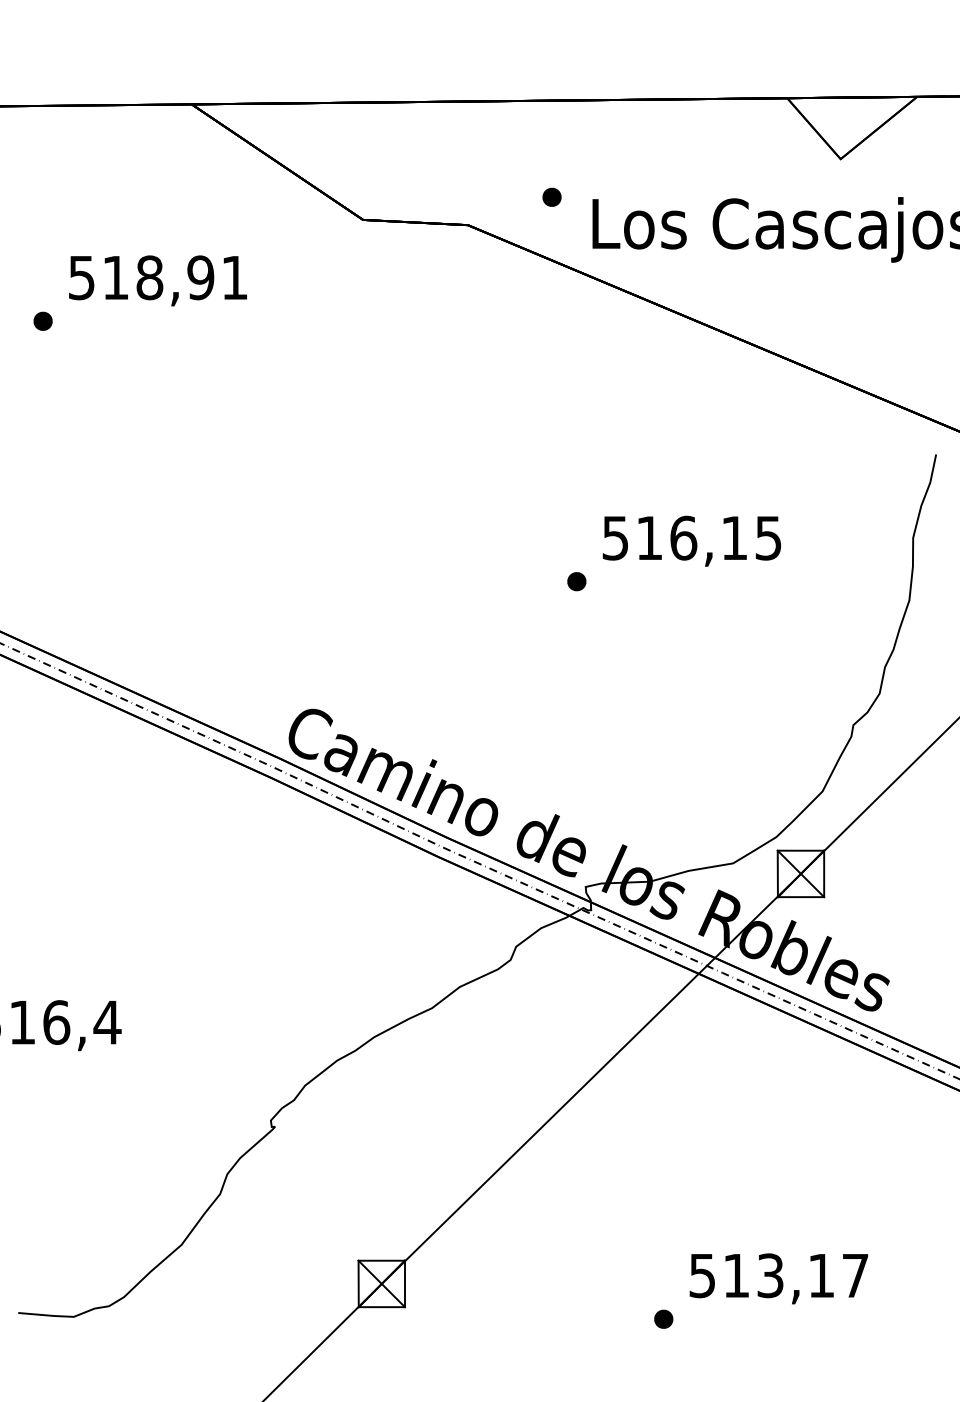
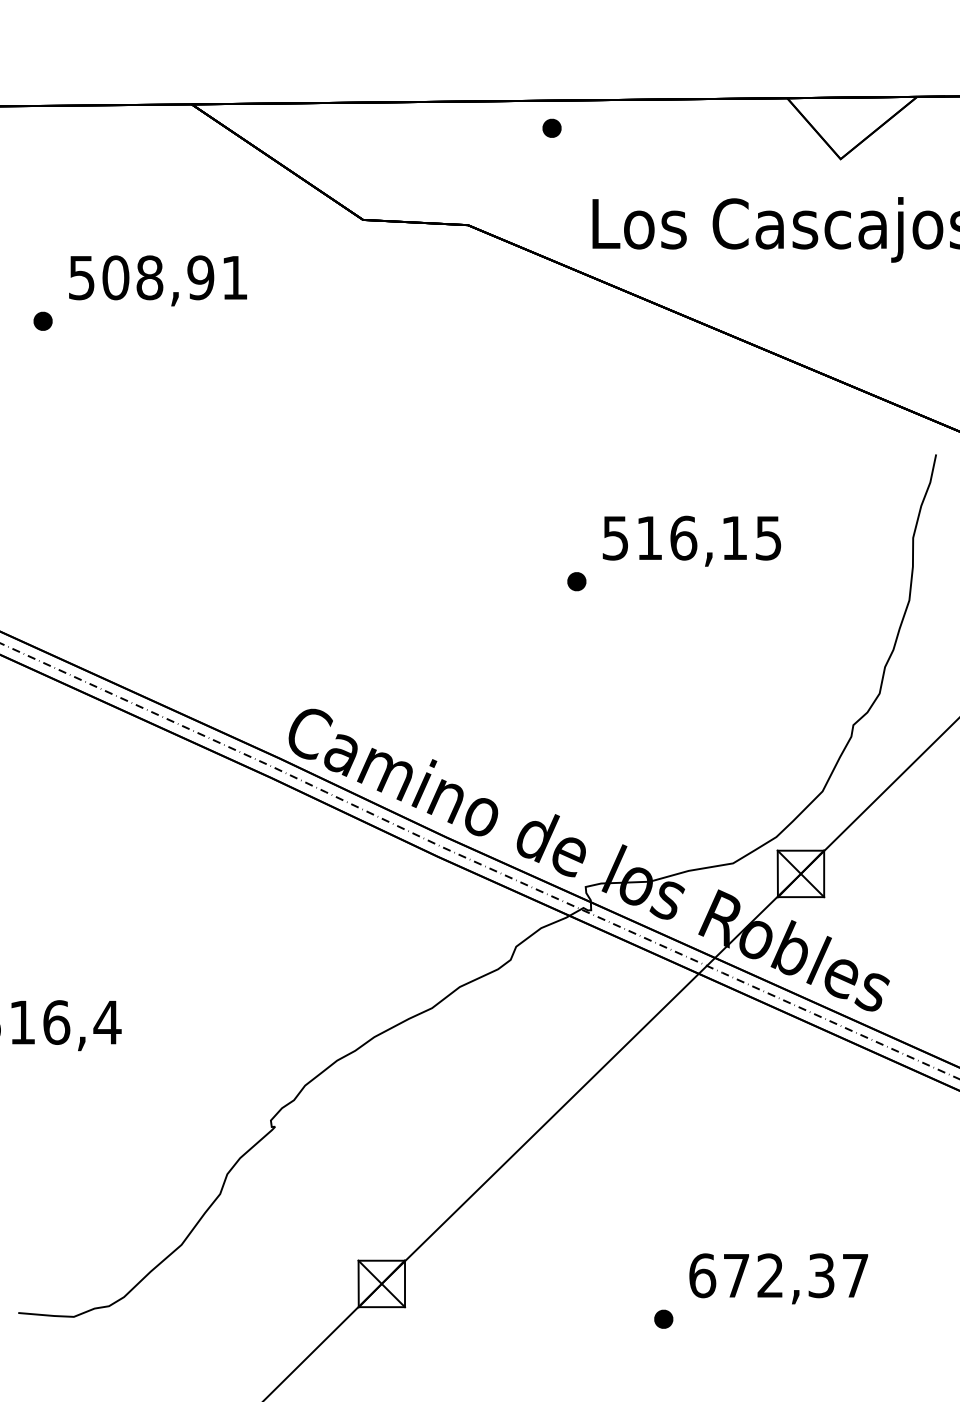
part at (551, 196) position: (551, 196) -> (551, 127)
text at (115, 277): 518,91 -> 508,91
text at (761, 1275): 513,17 -> 672,37
